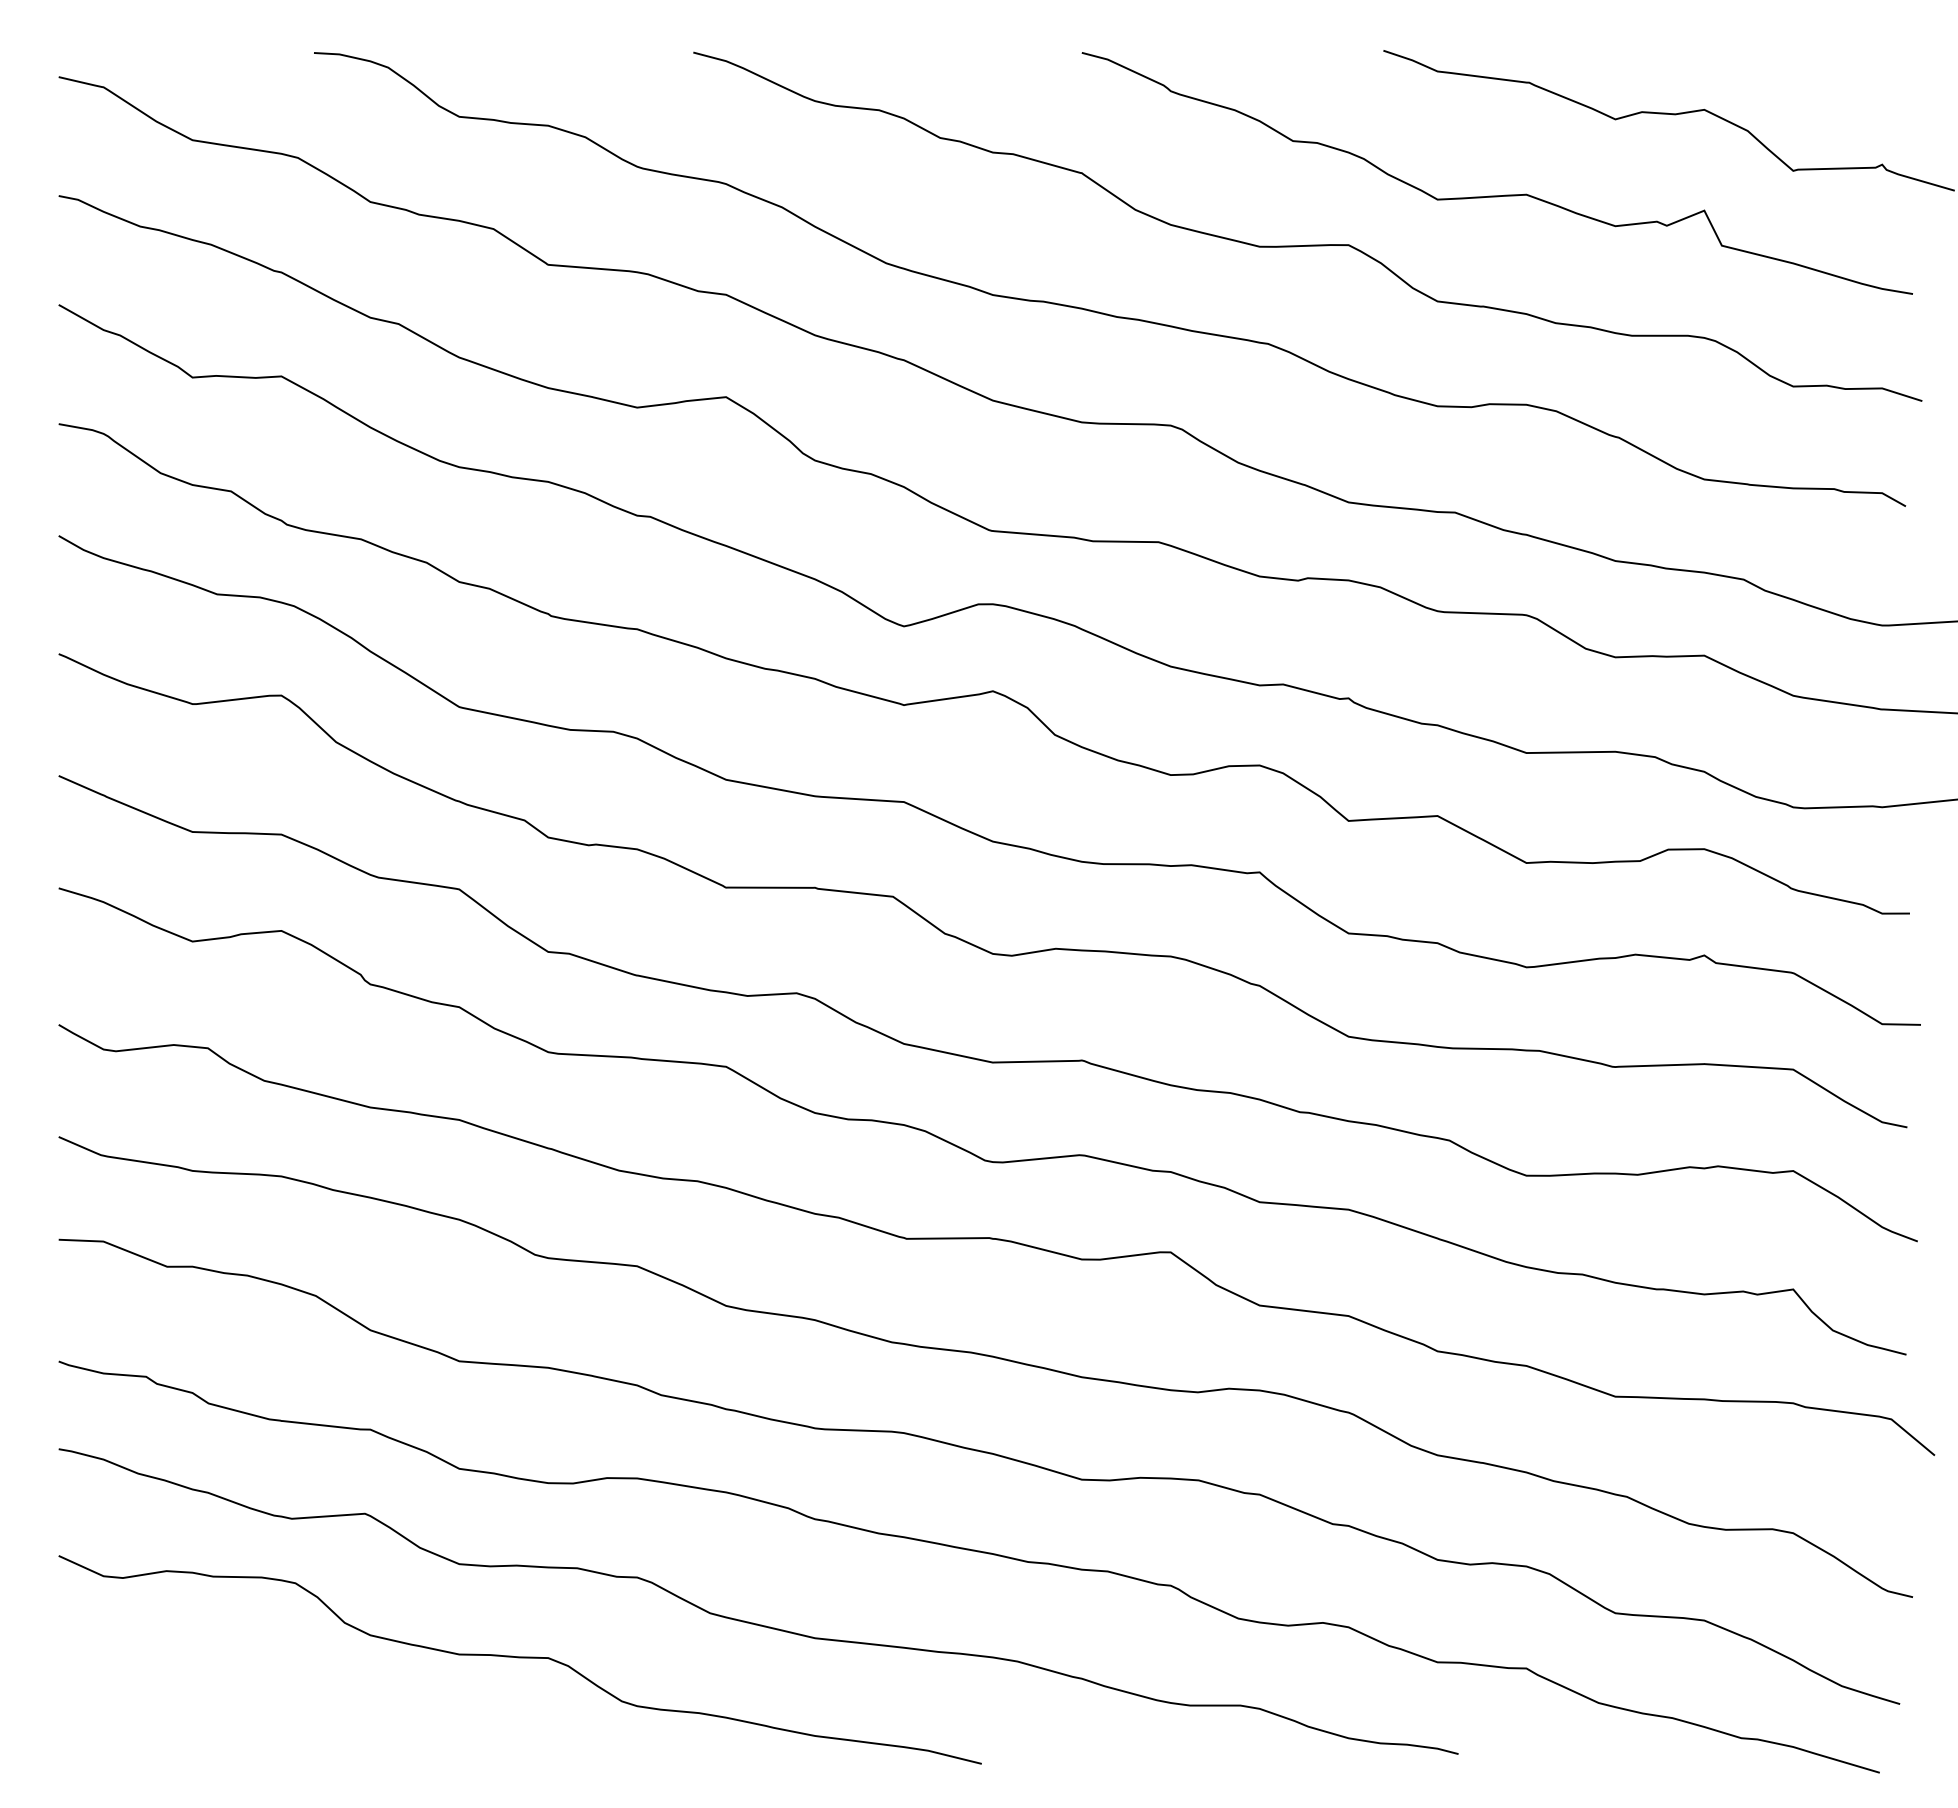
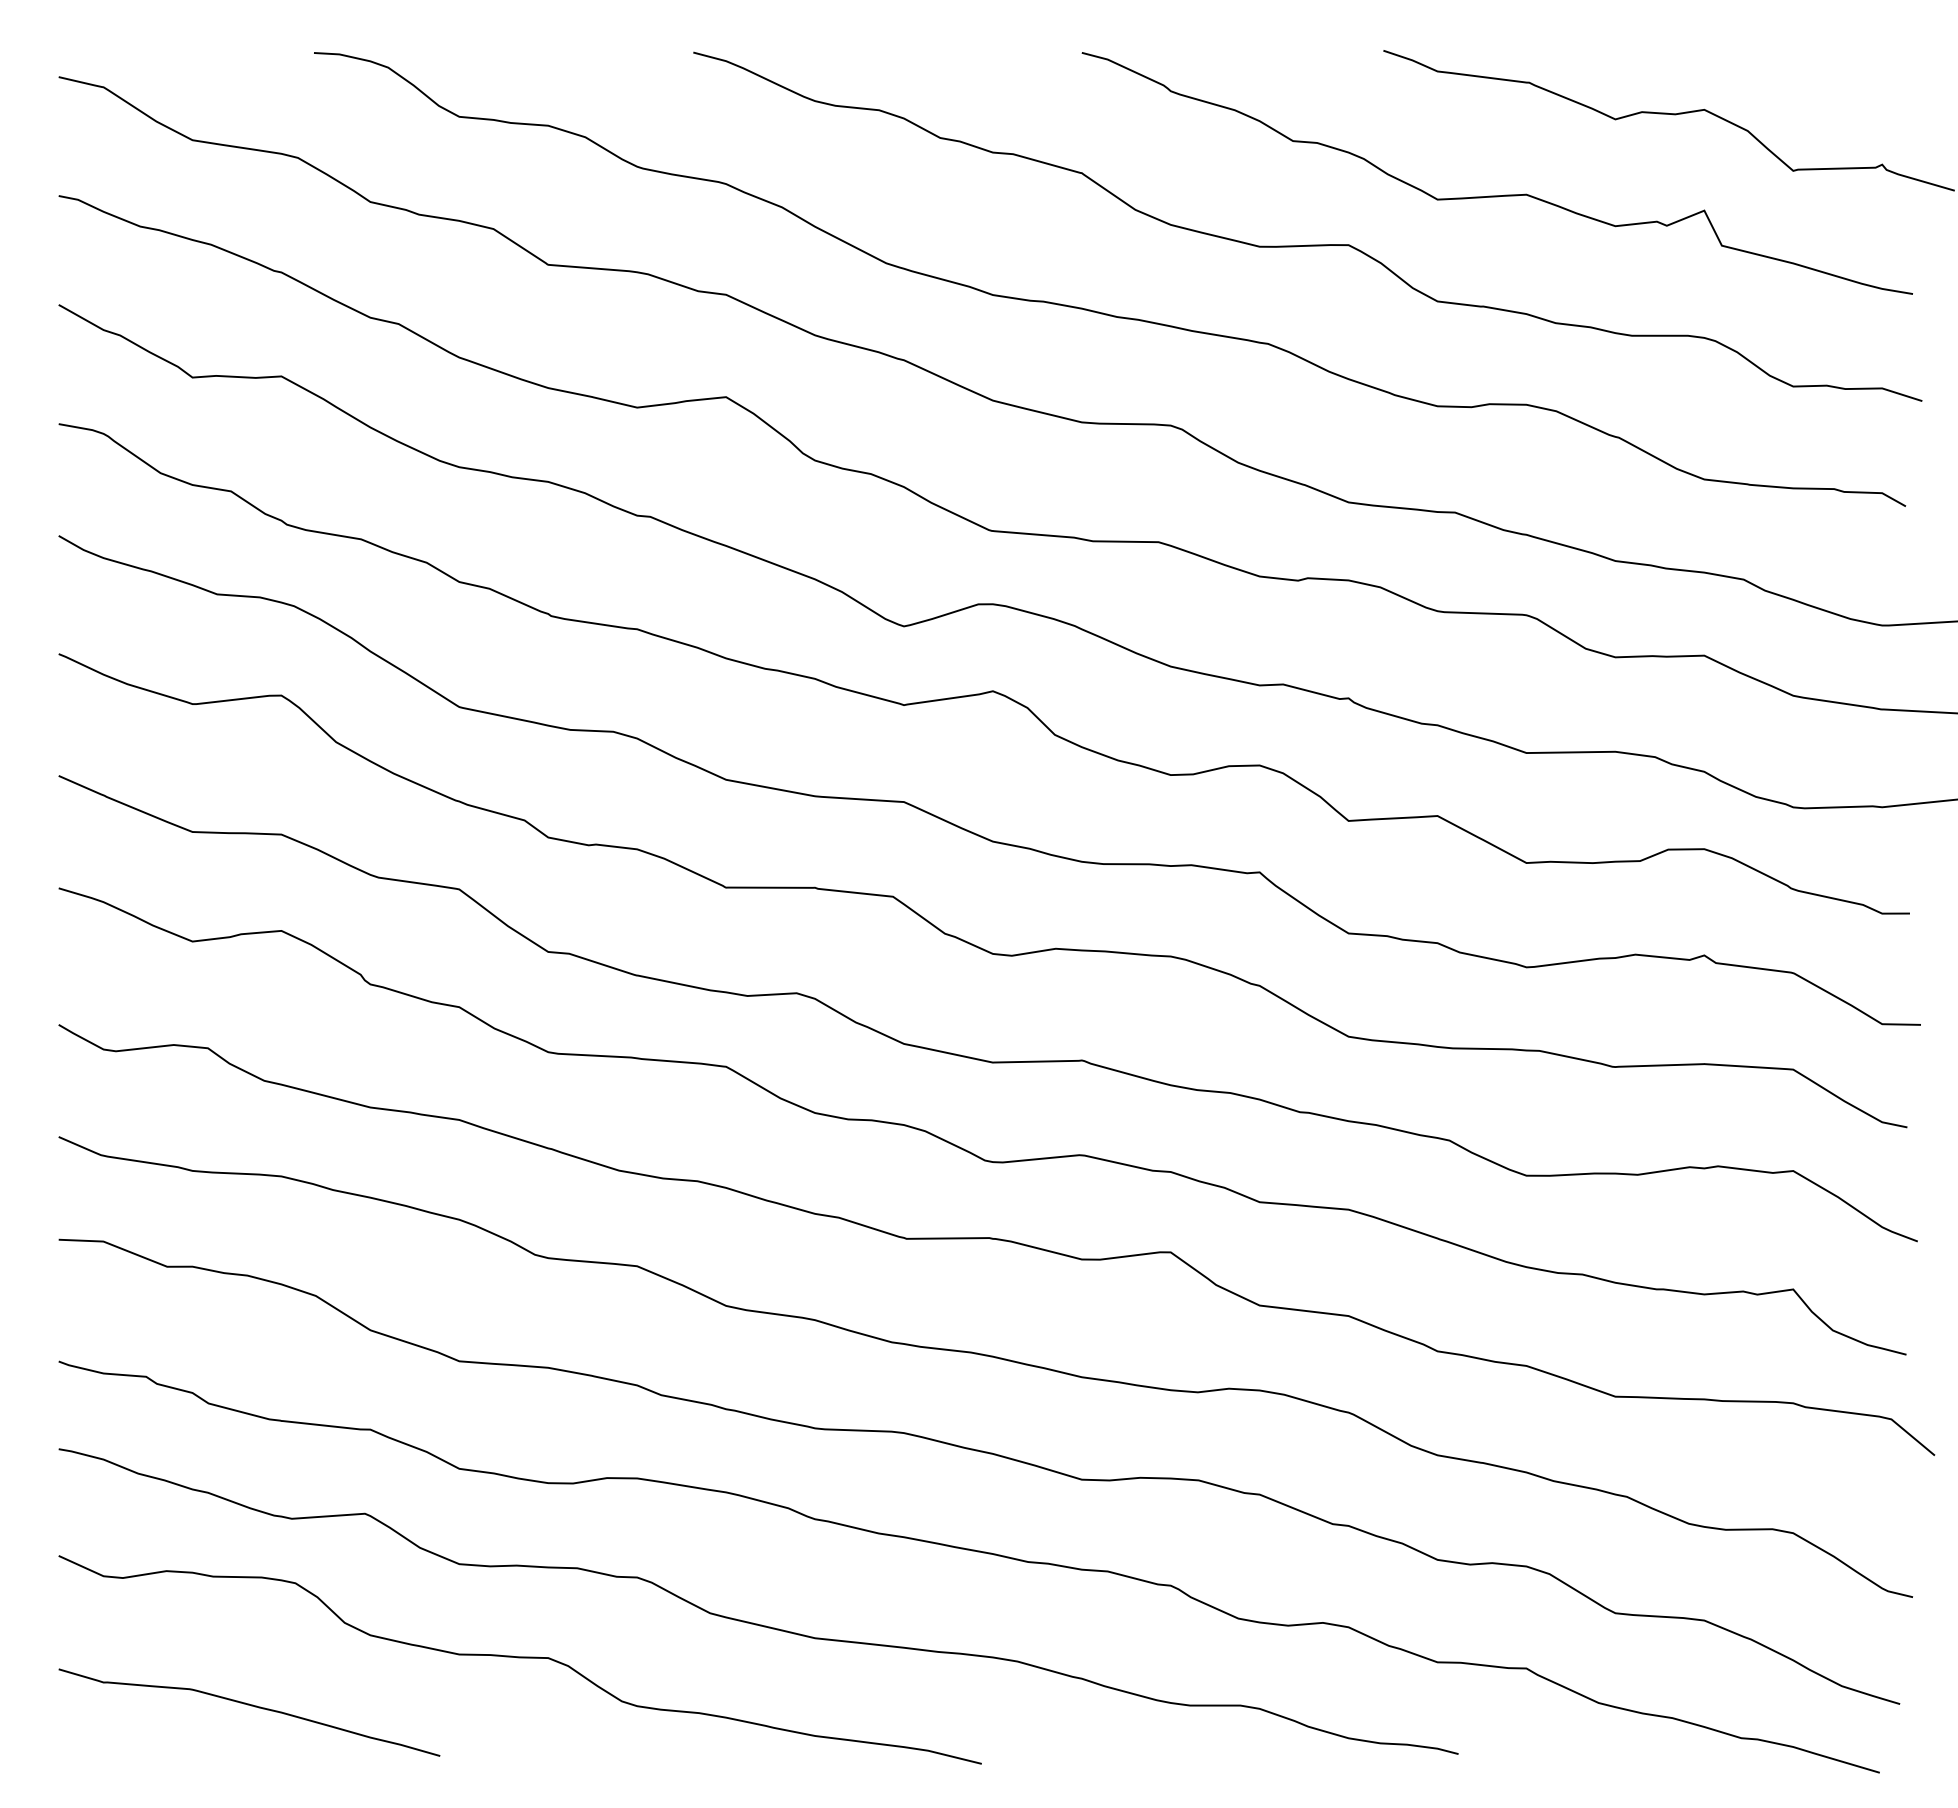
curve at (251, 1706): none -> present
